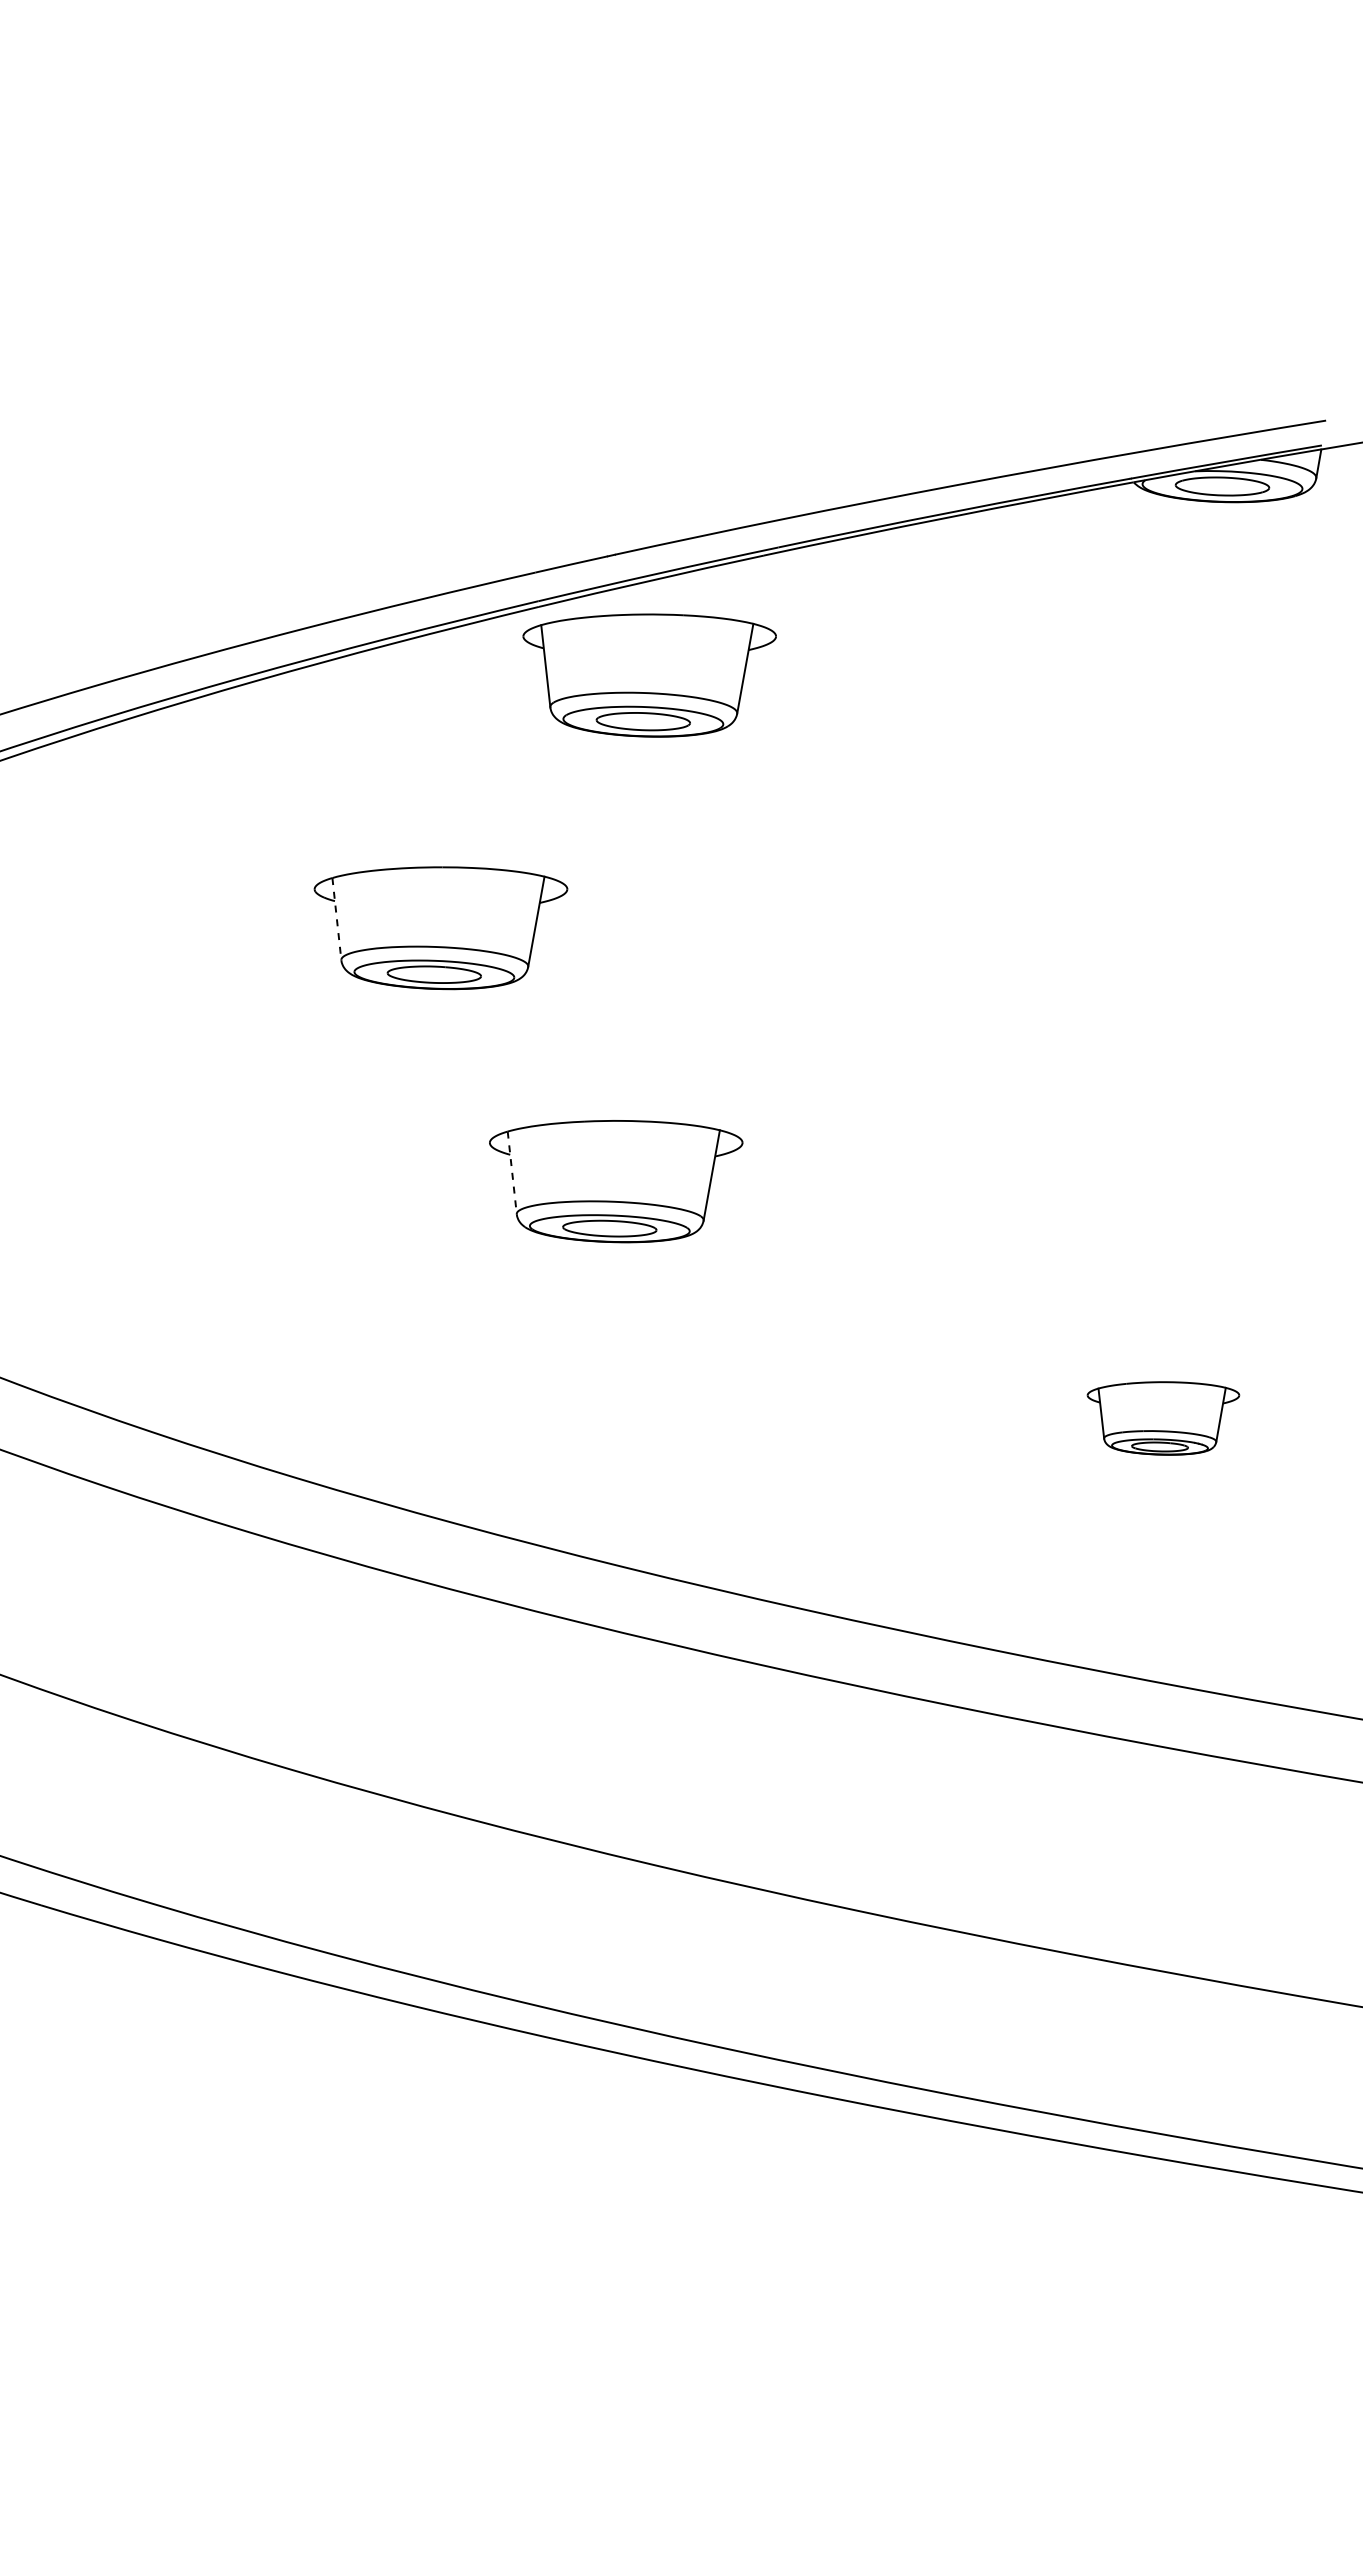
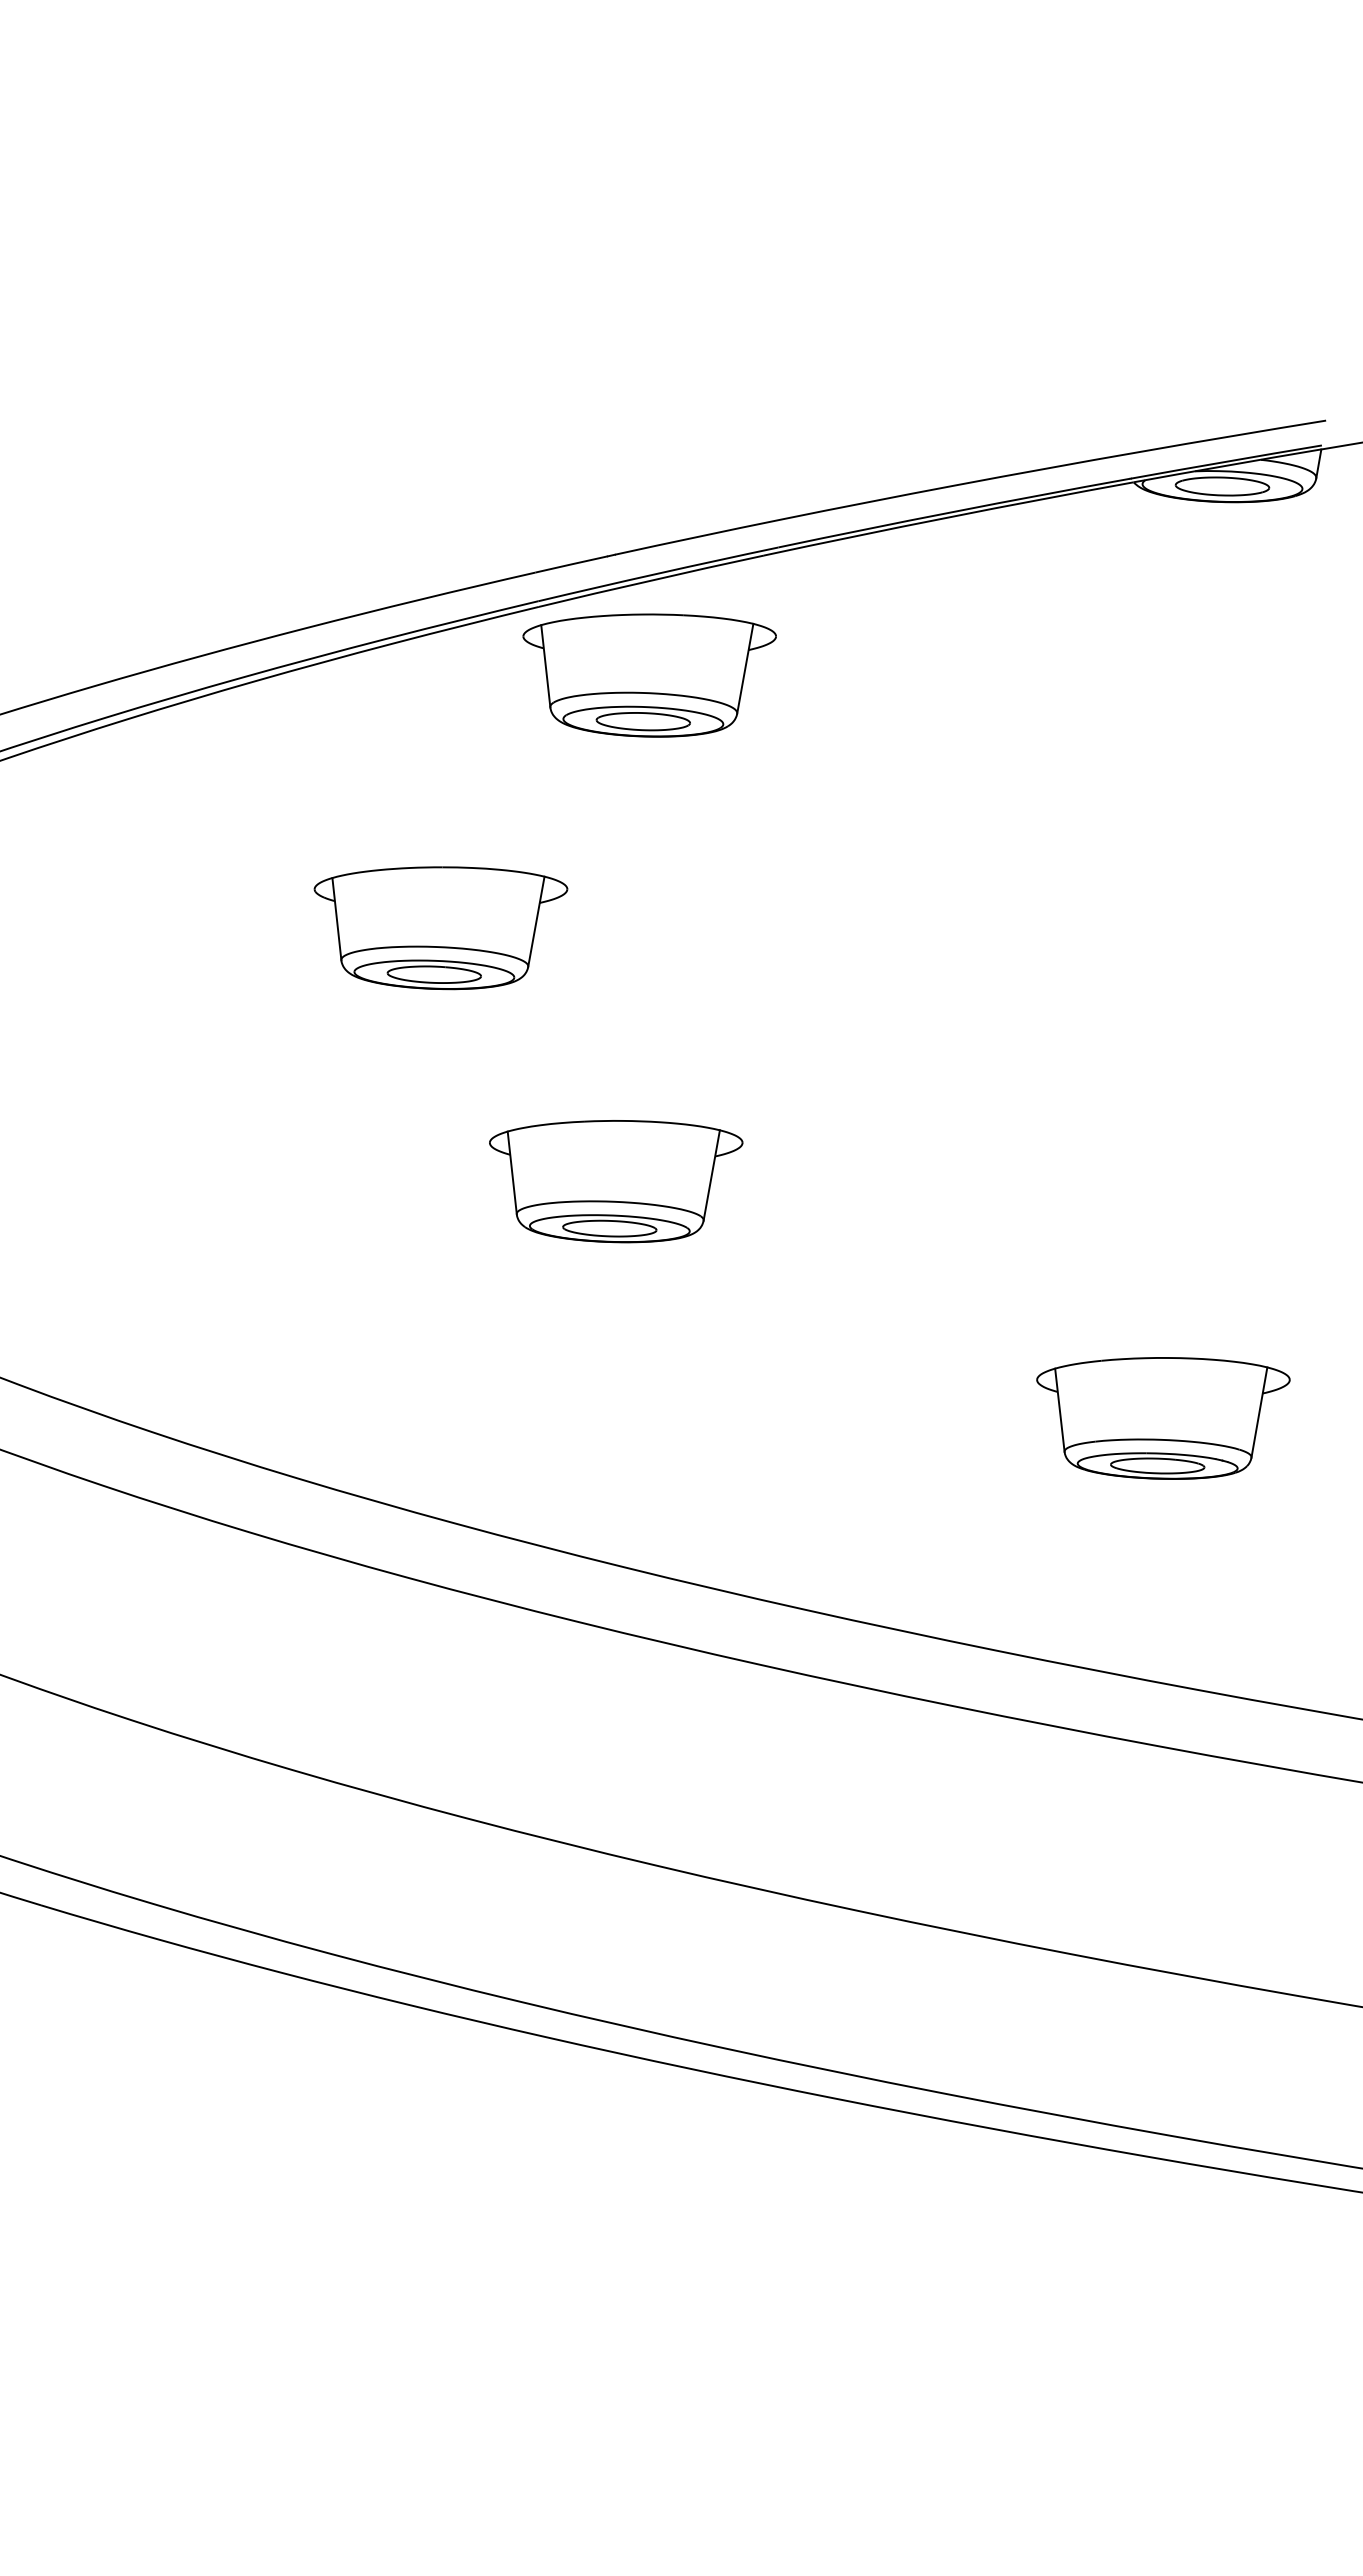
line at (336, 919): dashed -> solid
line at (512, 1172): dashed -> solid
part at (1163, 1418) size: 155x75 px -> 255x123 px
